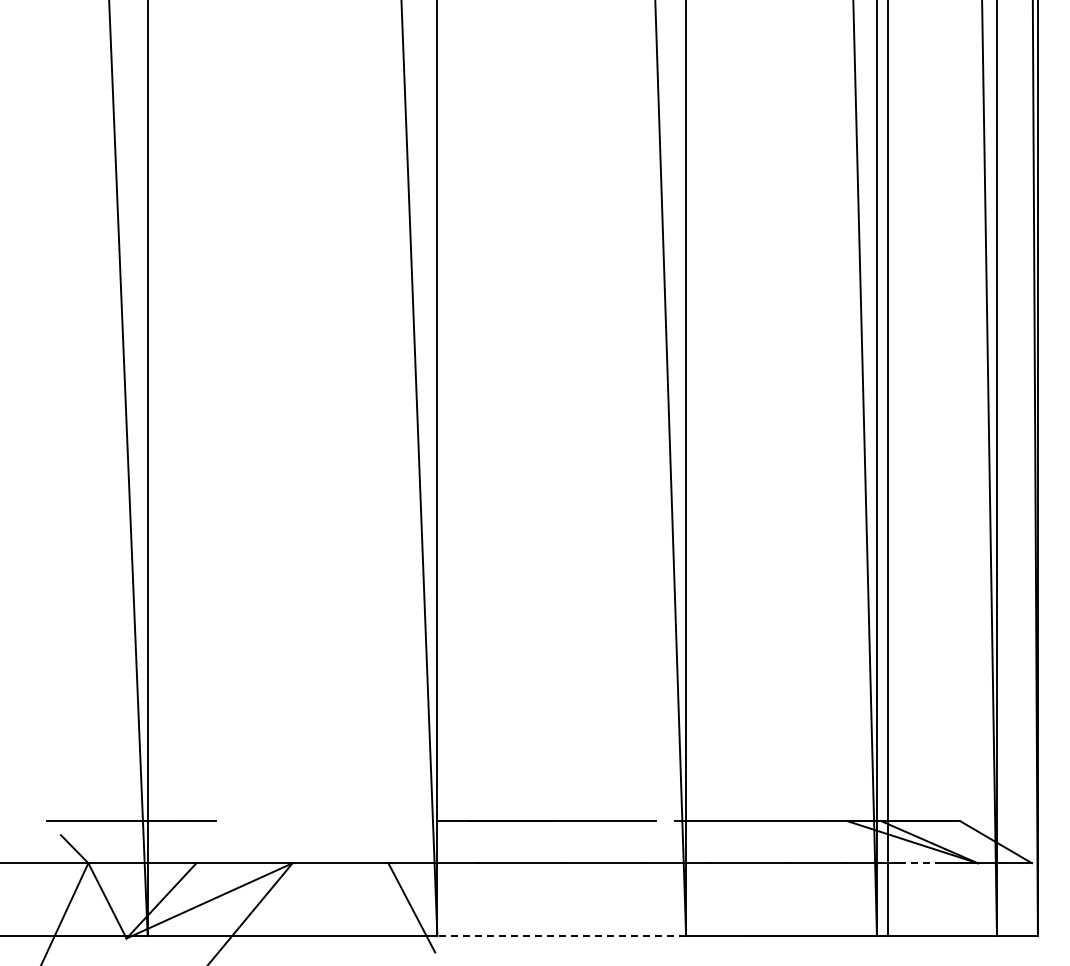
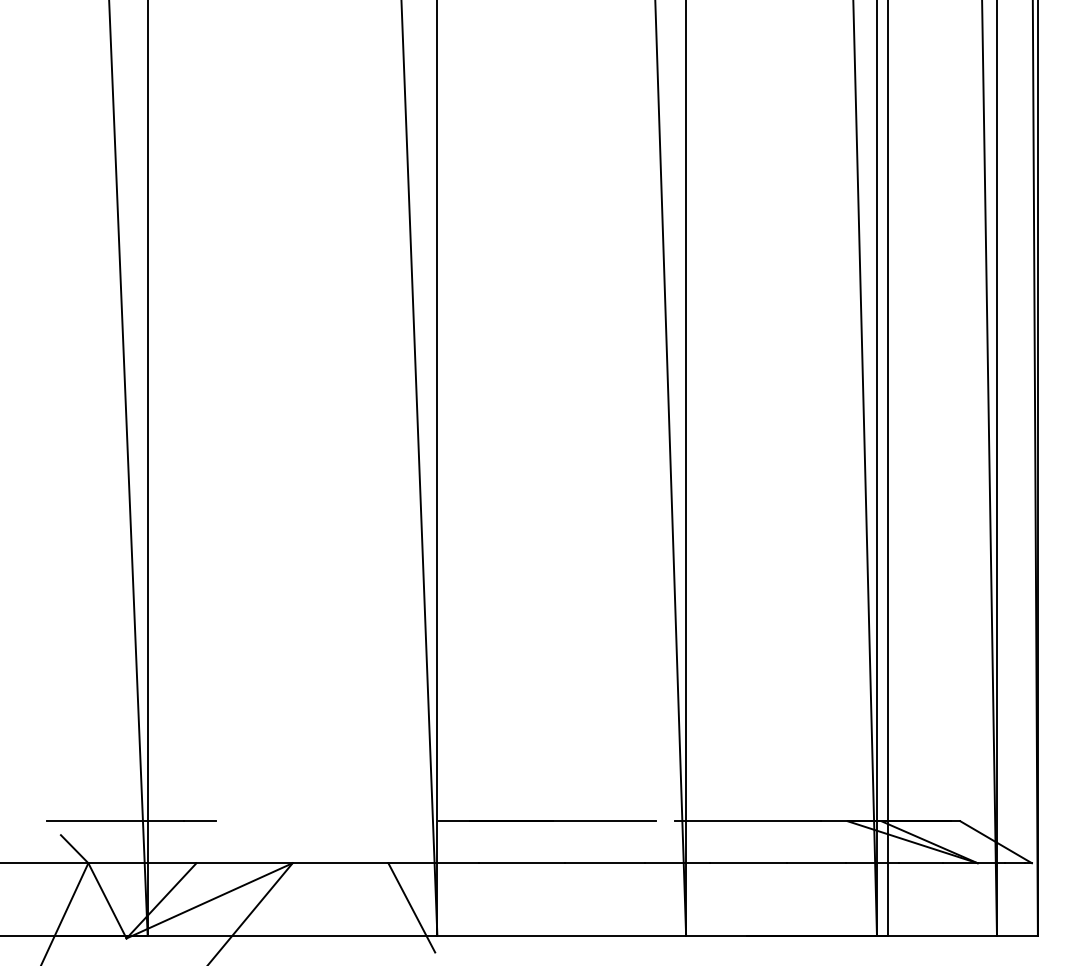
line at (921, 863): dashed -> solid
line at (561, 935): dashed -> solid
